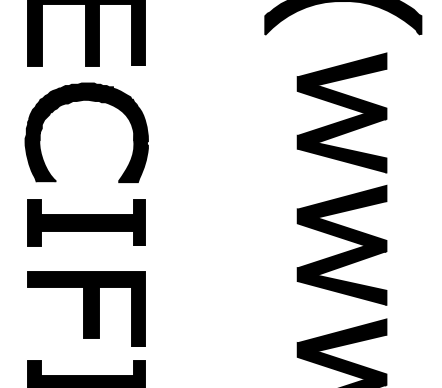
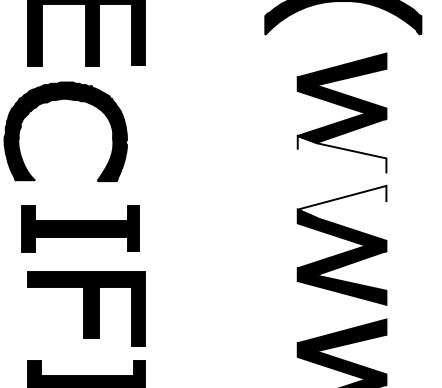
part at (90, 101) position: (90, 101) -> (69, 100)
fill at (341, 154): present -> none
fill at (341, 201): present -> none
part at (86, 222) position: (86, 222) -> (80, 228)
